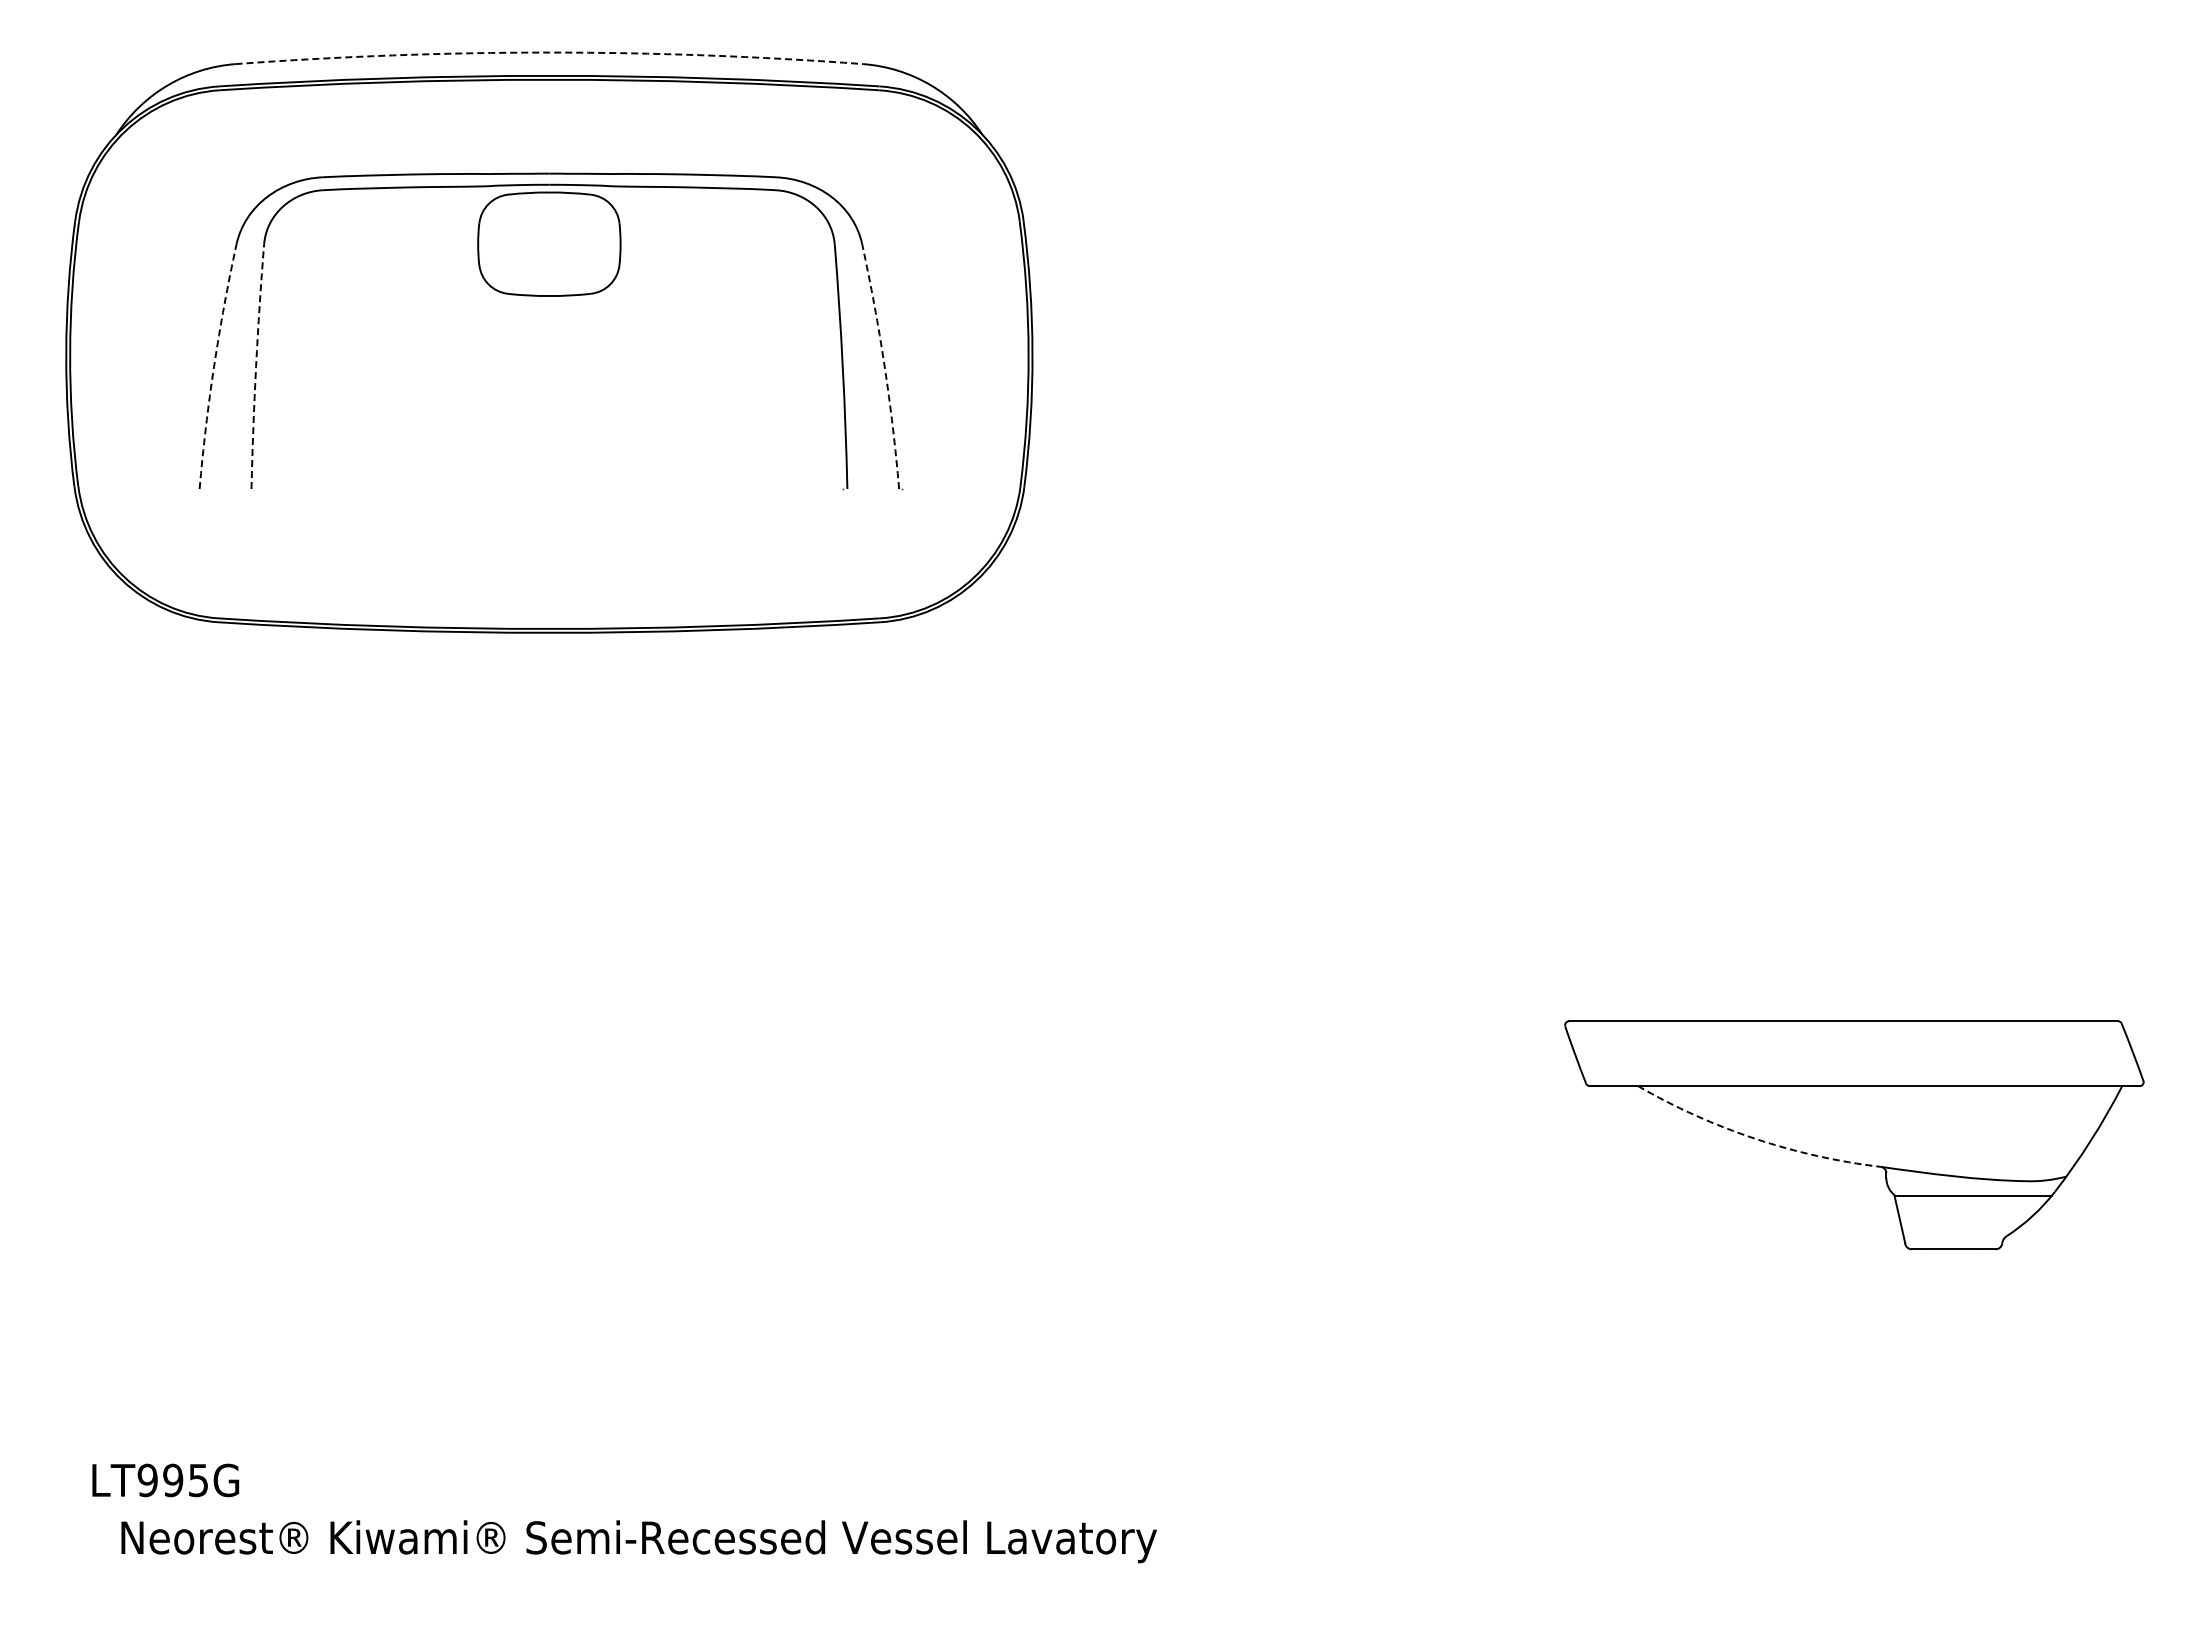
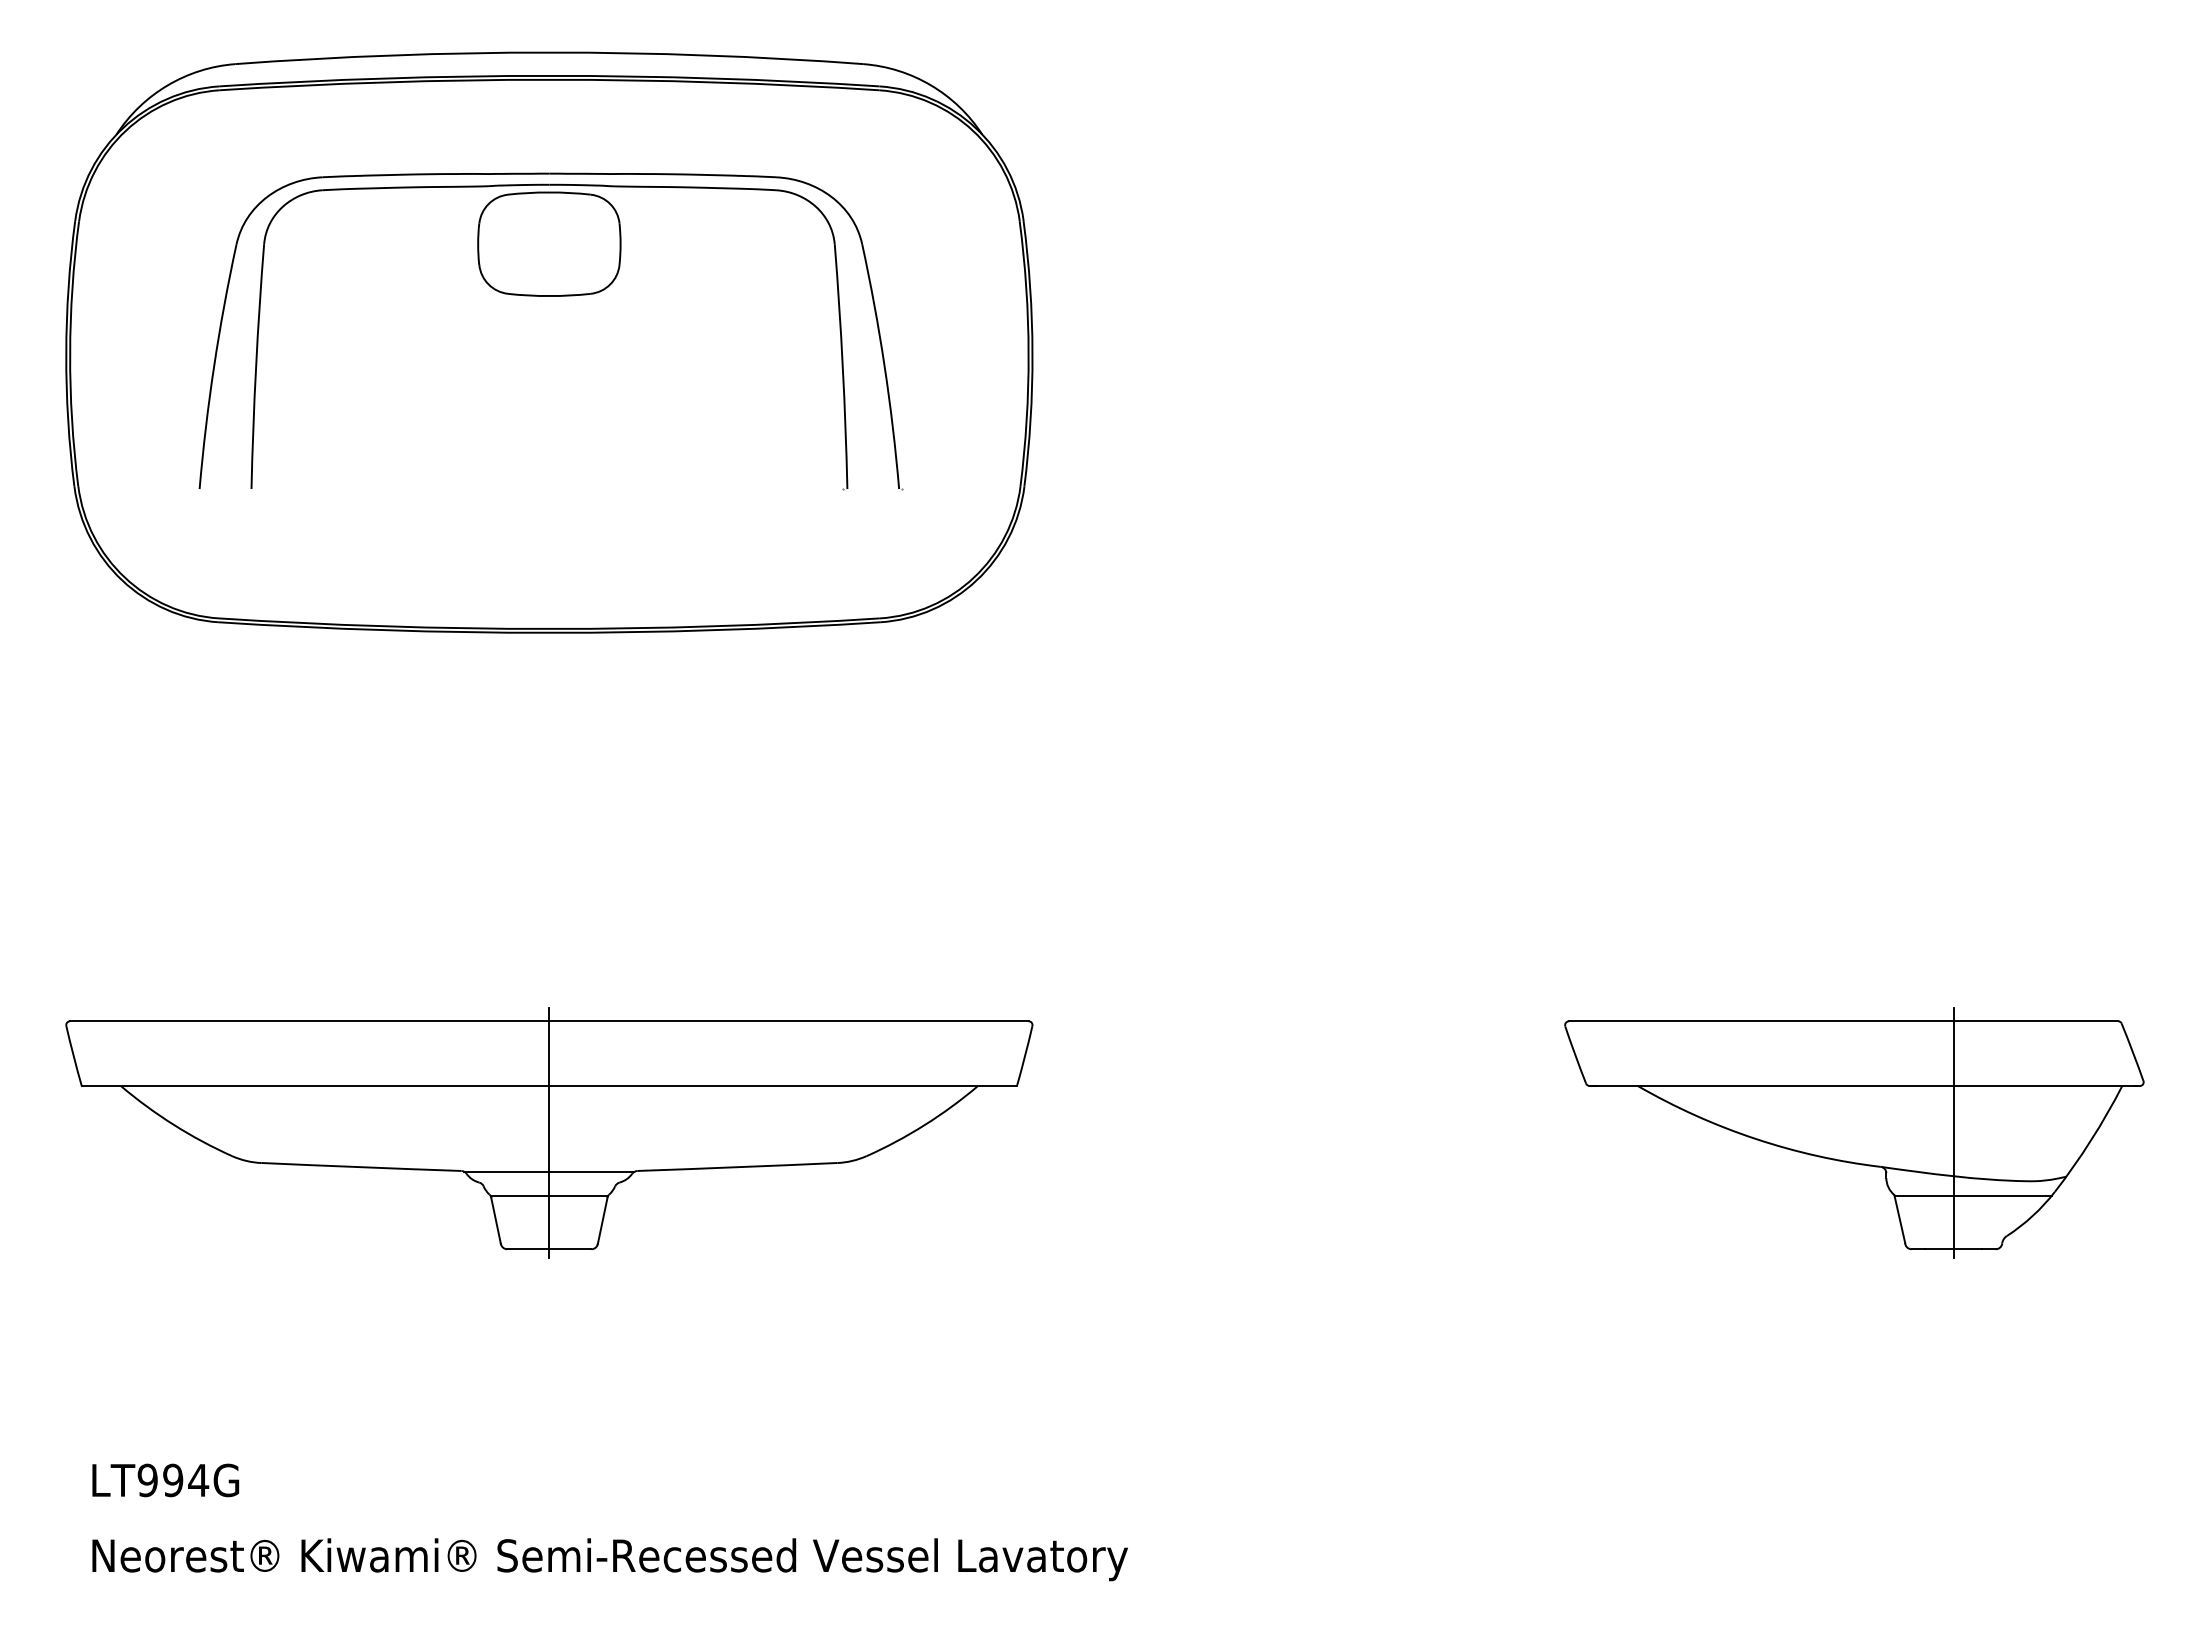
arc at (549, 52): dashed -> solid
arc at (214, 366): dashed -> solid
arc at (256, 366): dashed -> solid
arc at (884, 366): dashed -> solid
part at (549, 1132): none -> present
line at (1953, 1133): none -> present
arc at (1755, 1138): dashed -> solid
text at (198, 1480): LT995G -> LT994G
text at (638, 1541) position: (638, 1541) -> (609, 1559)
